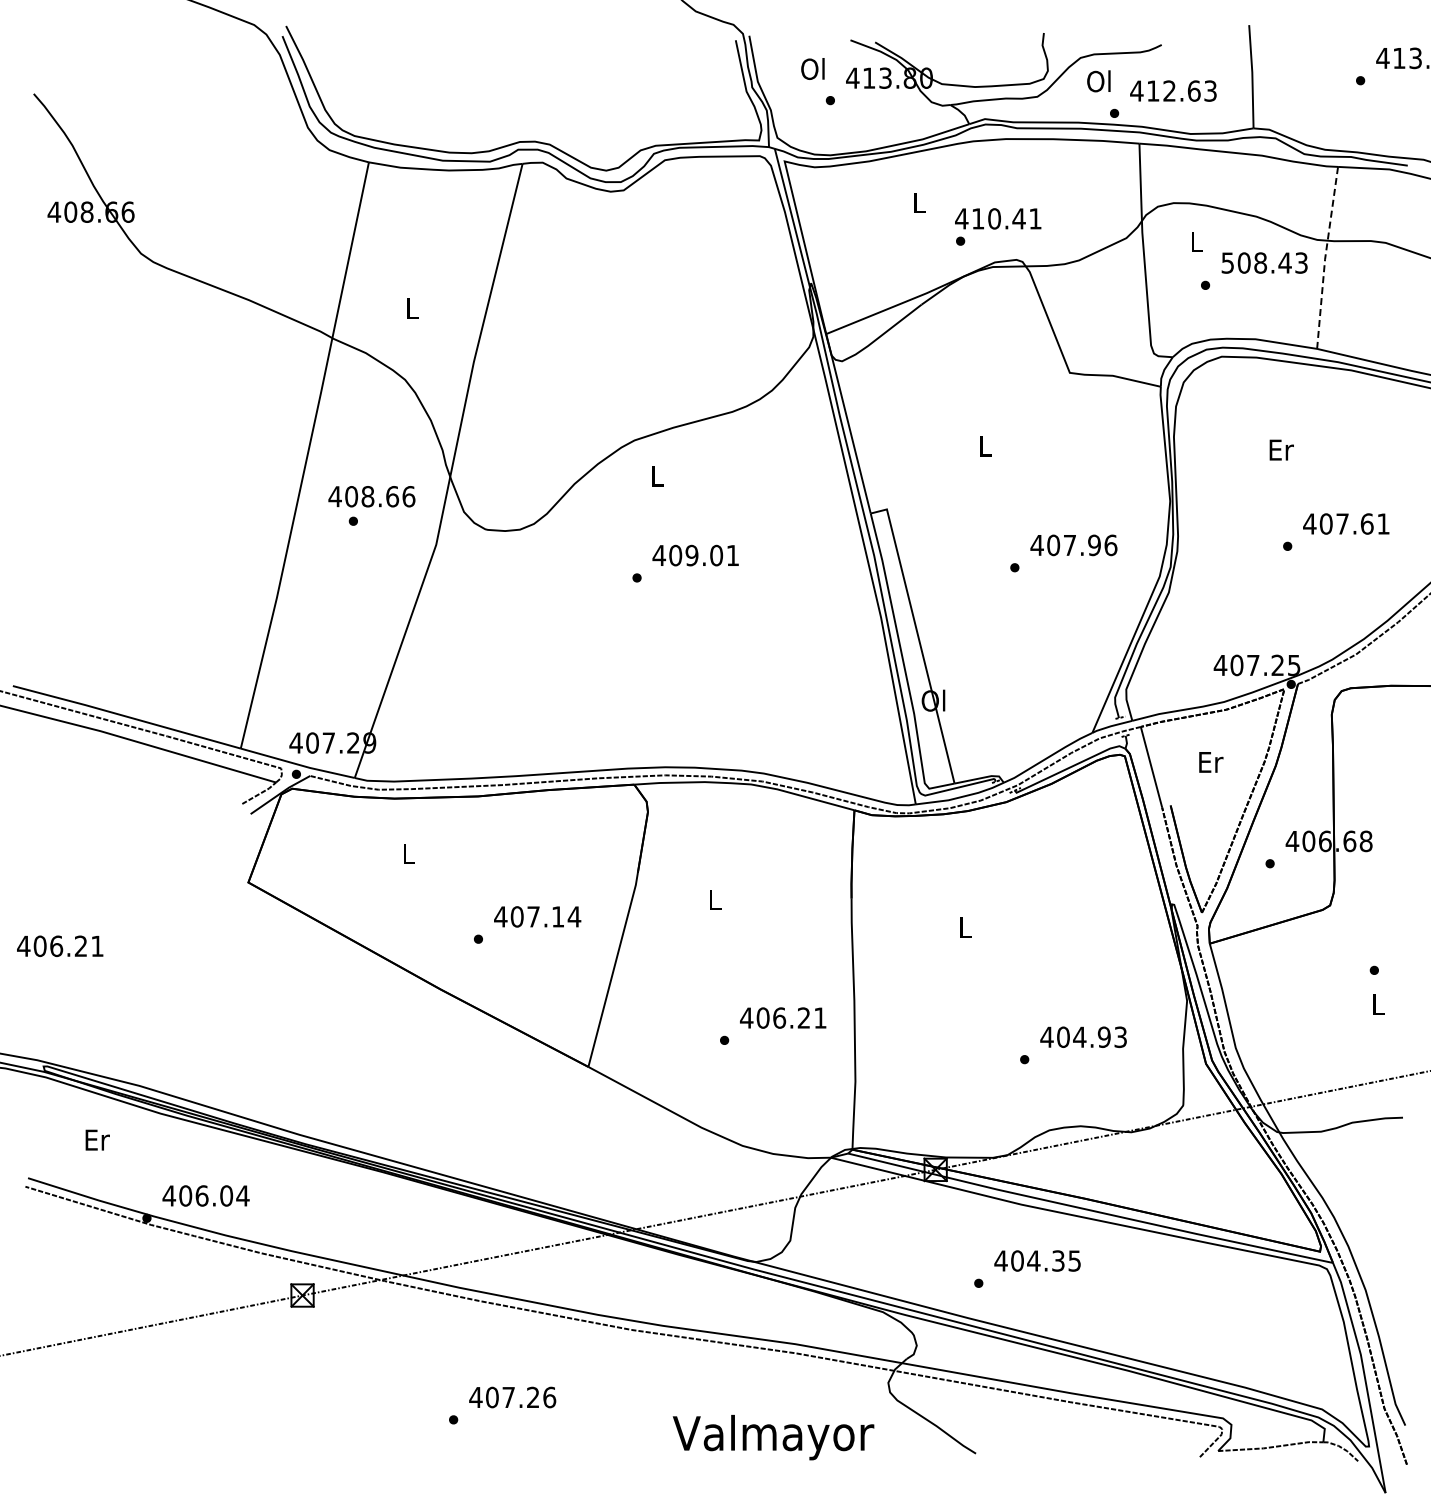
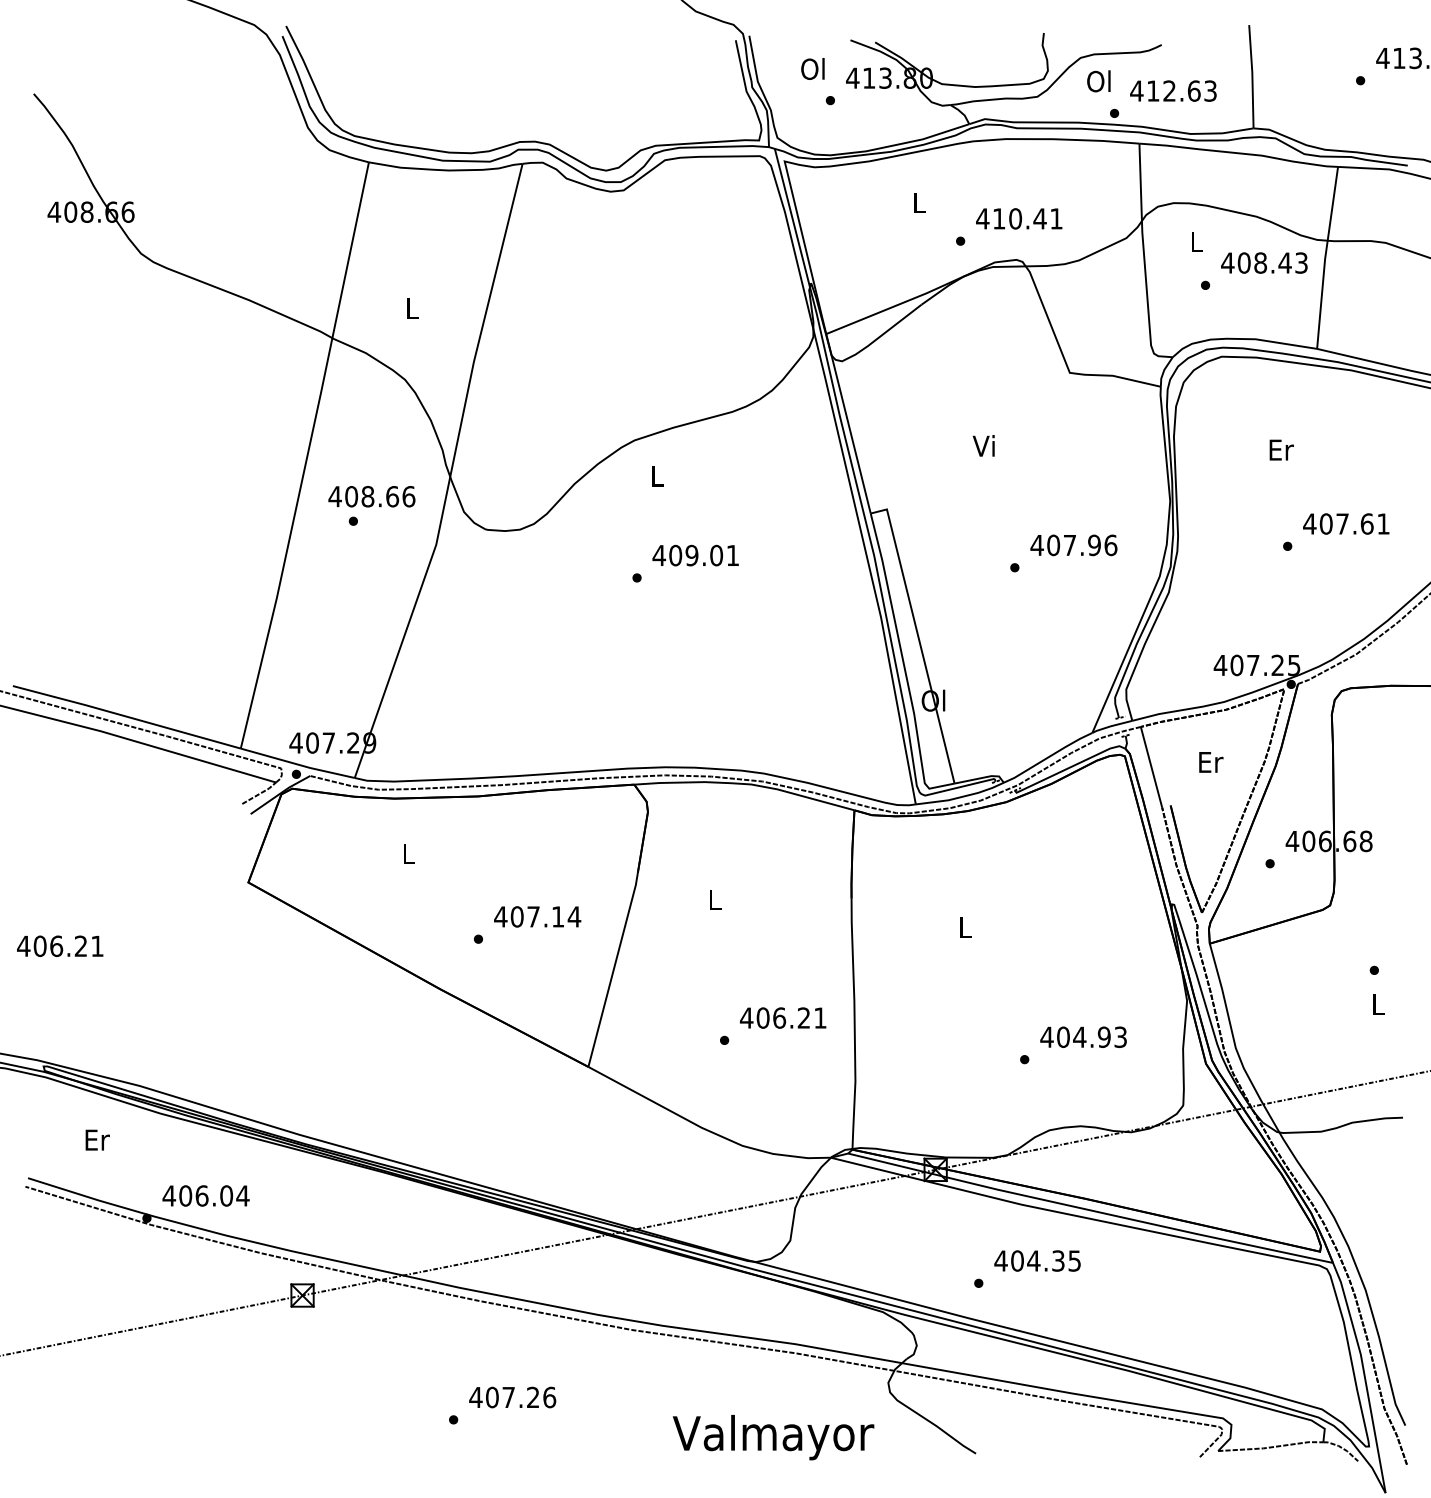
text at (998, 218) position: (998, 218) -> (1019, 218)
line at (1325, 258): dashed -> solid
text at (1227, 262): 508.43 -> 408.43
text at (983, 445): L -> Vi
